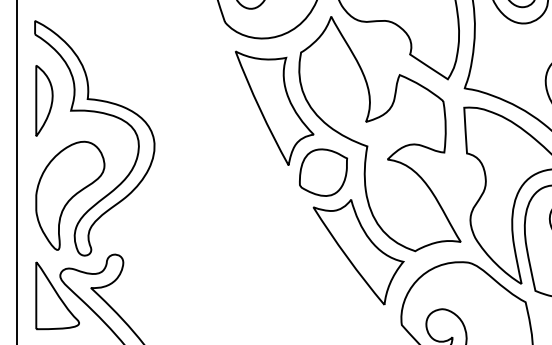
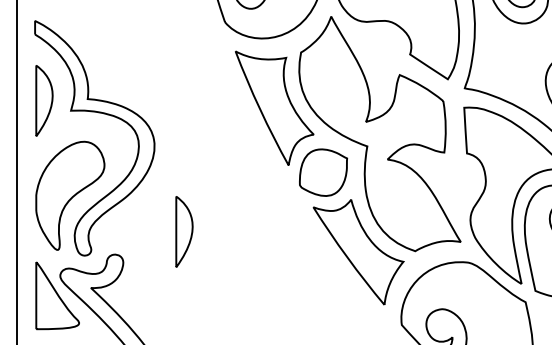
part at (184, 231): none -> present
